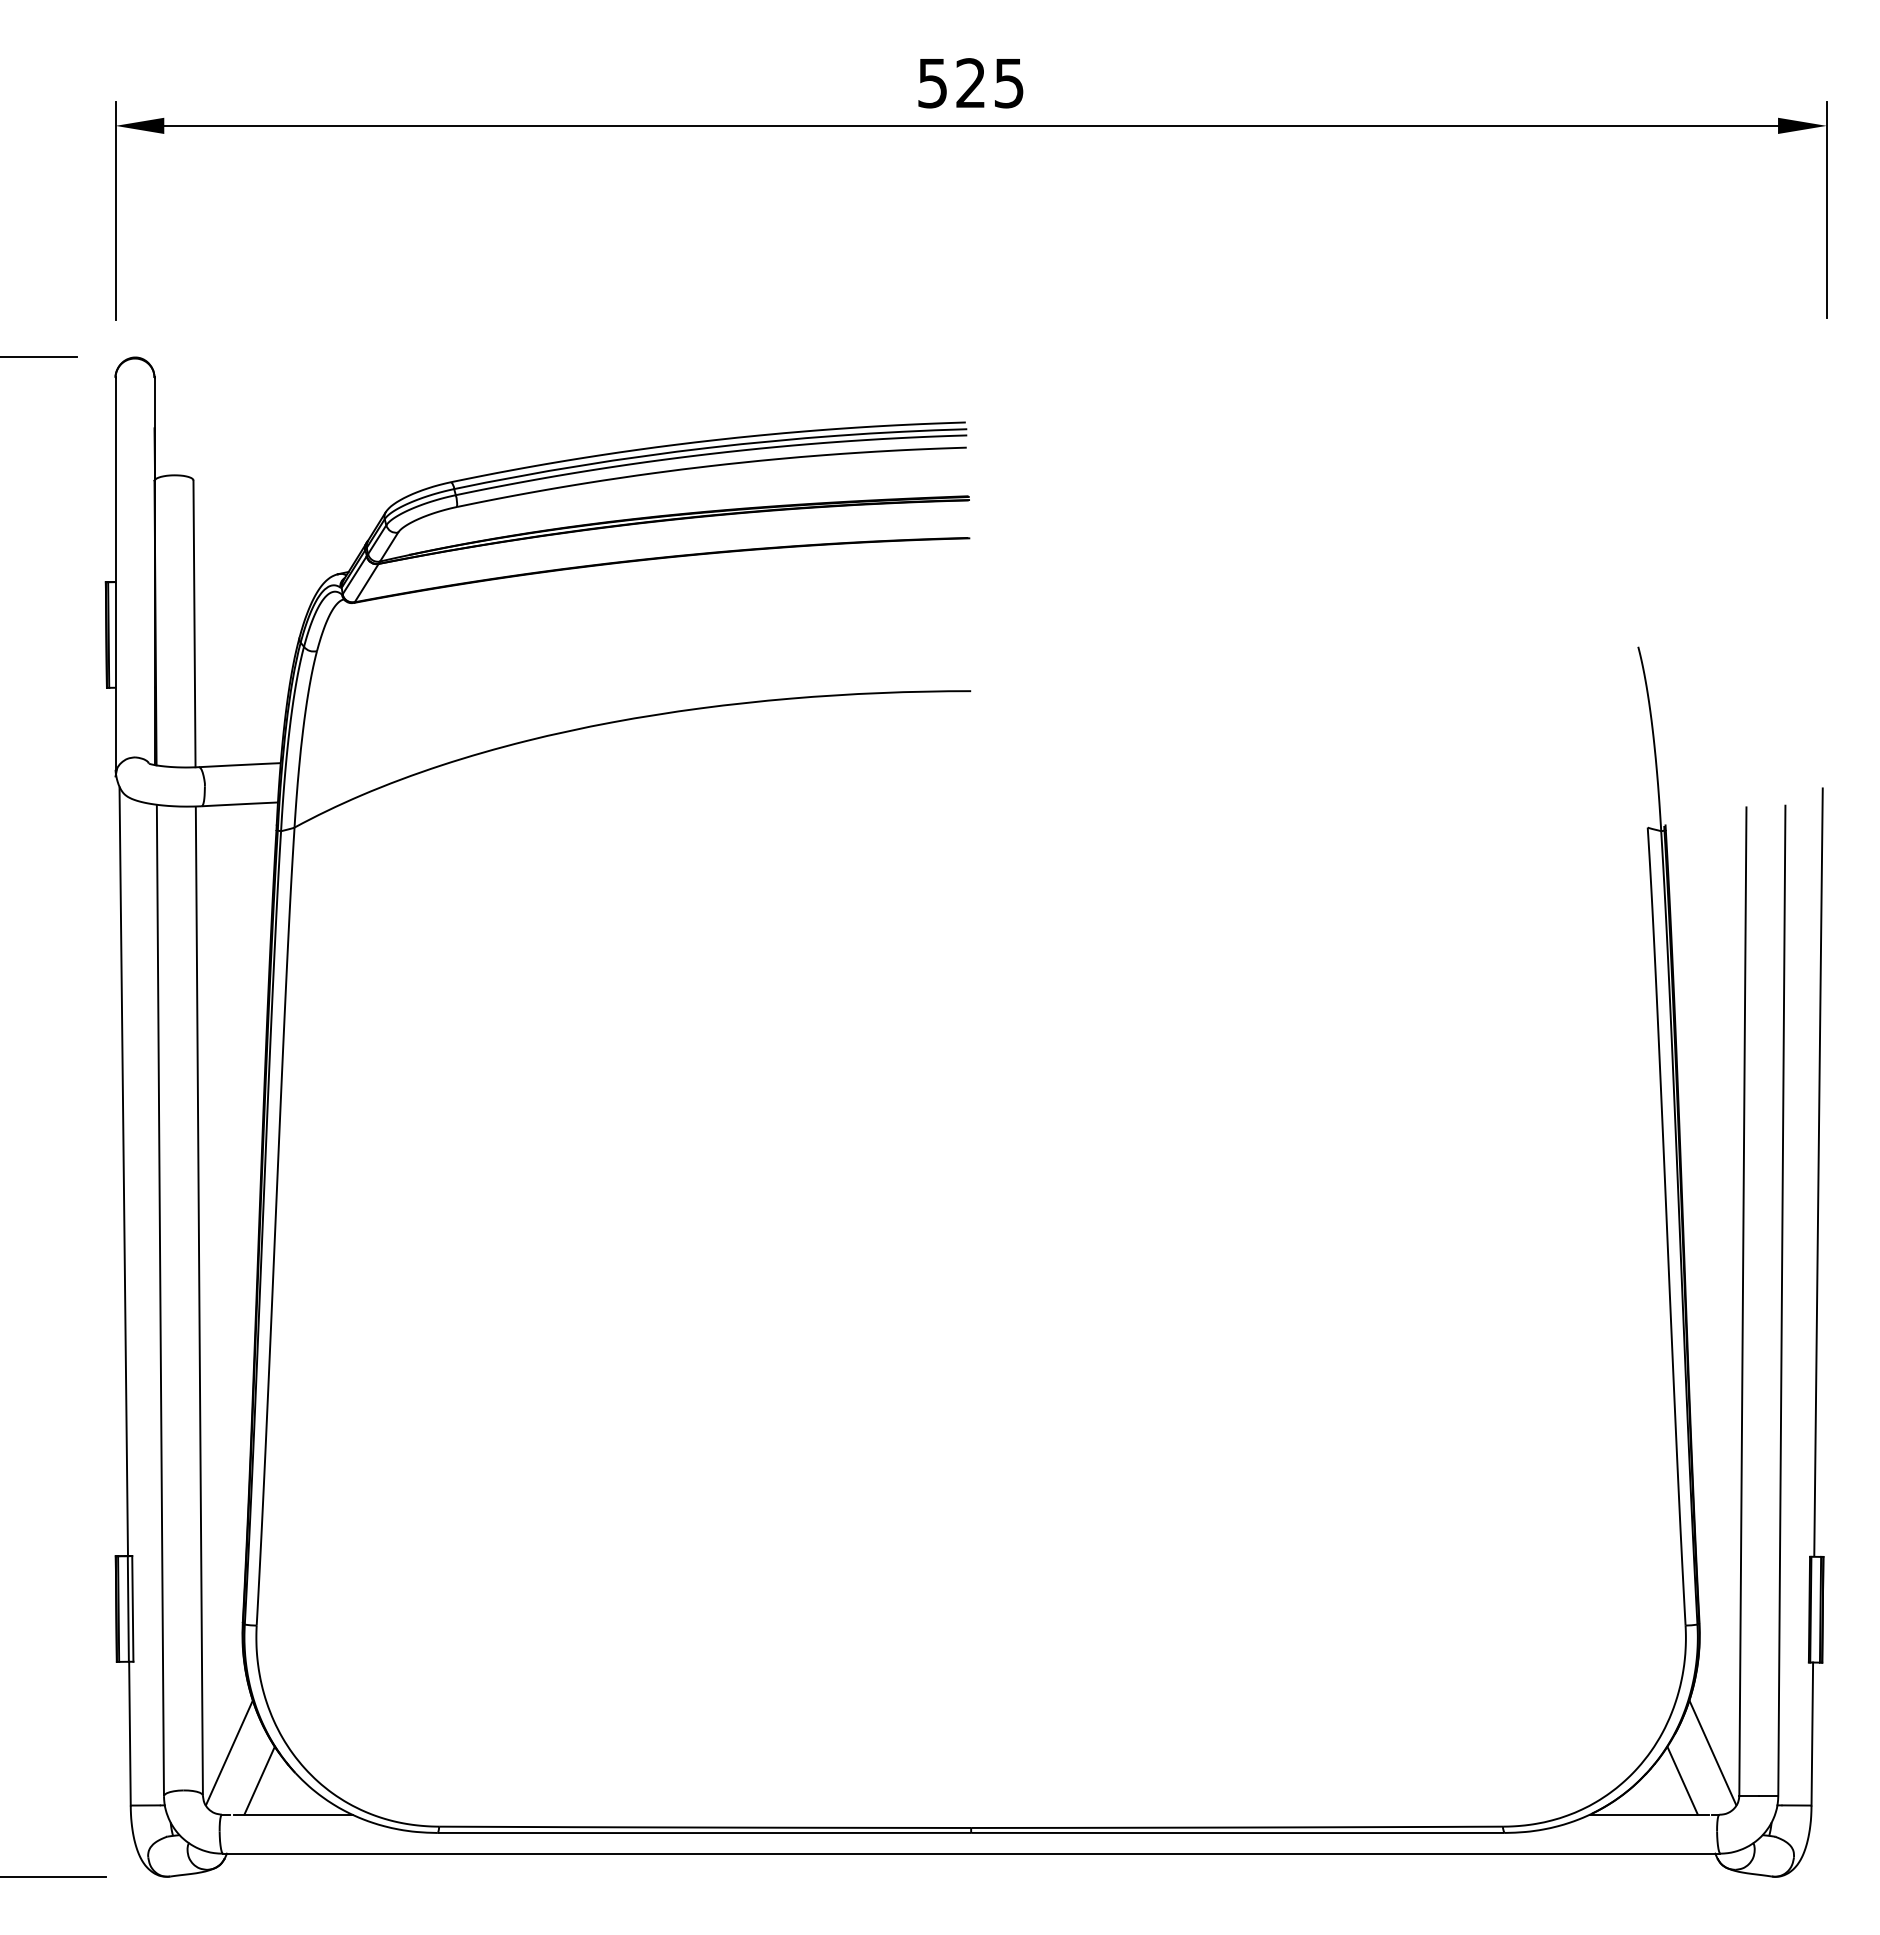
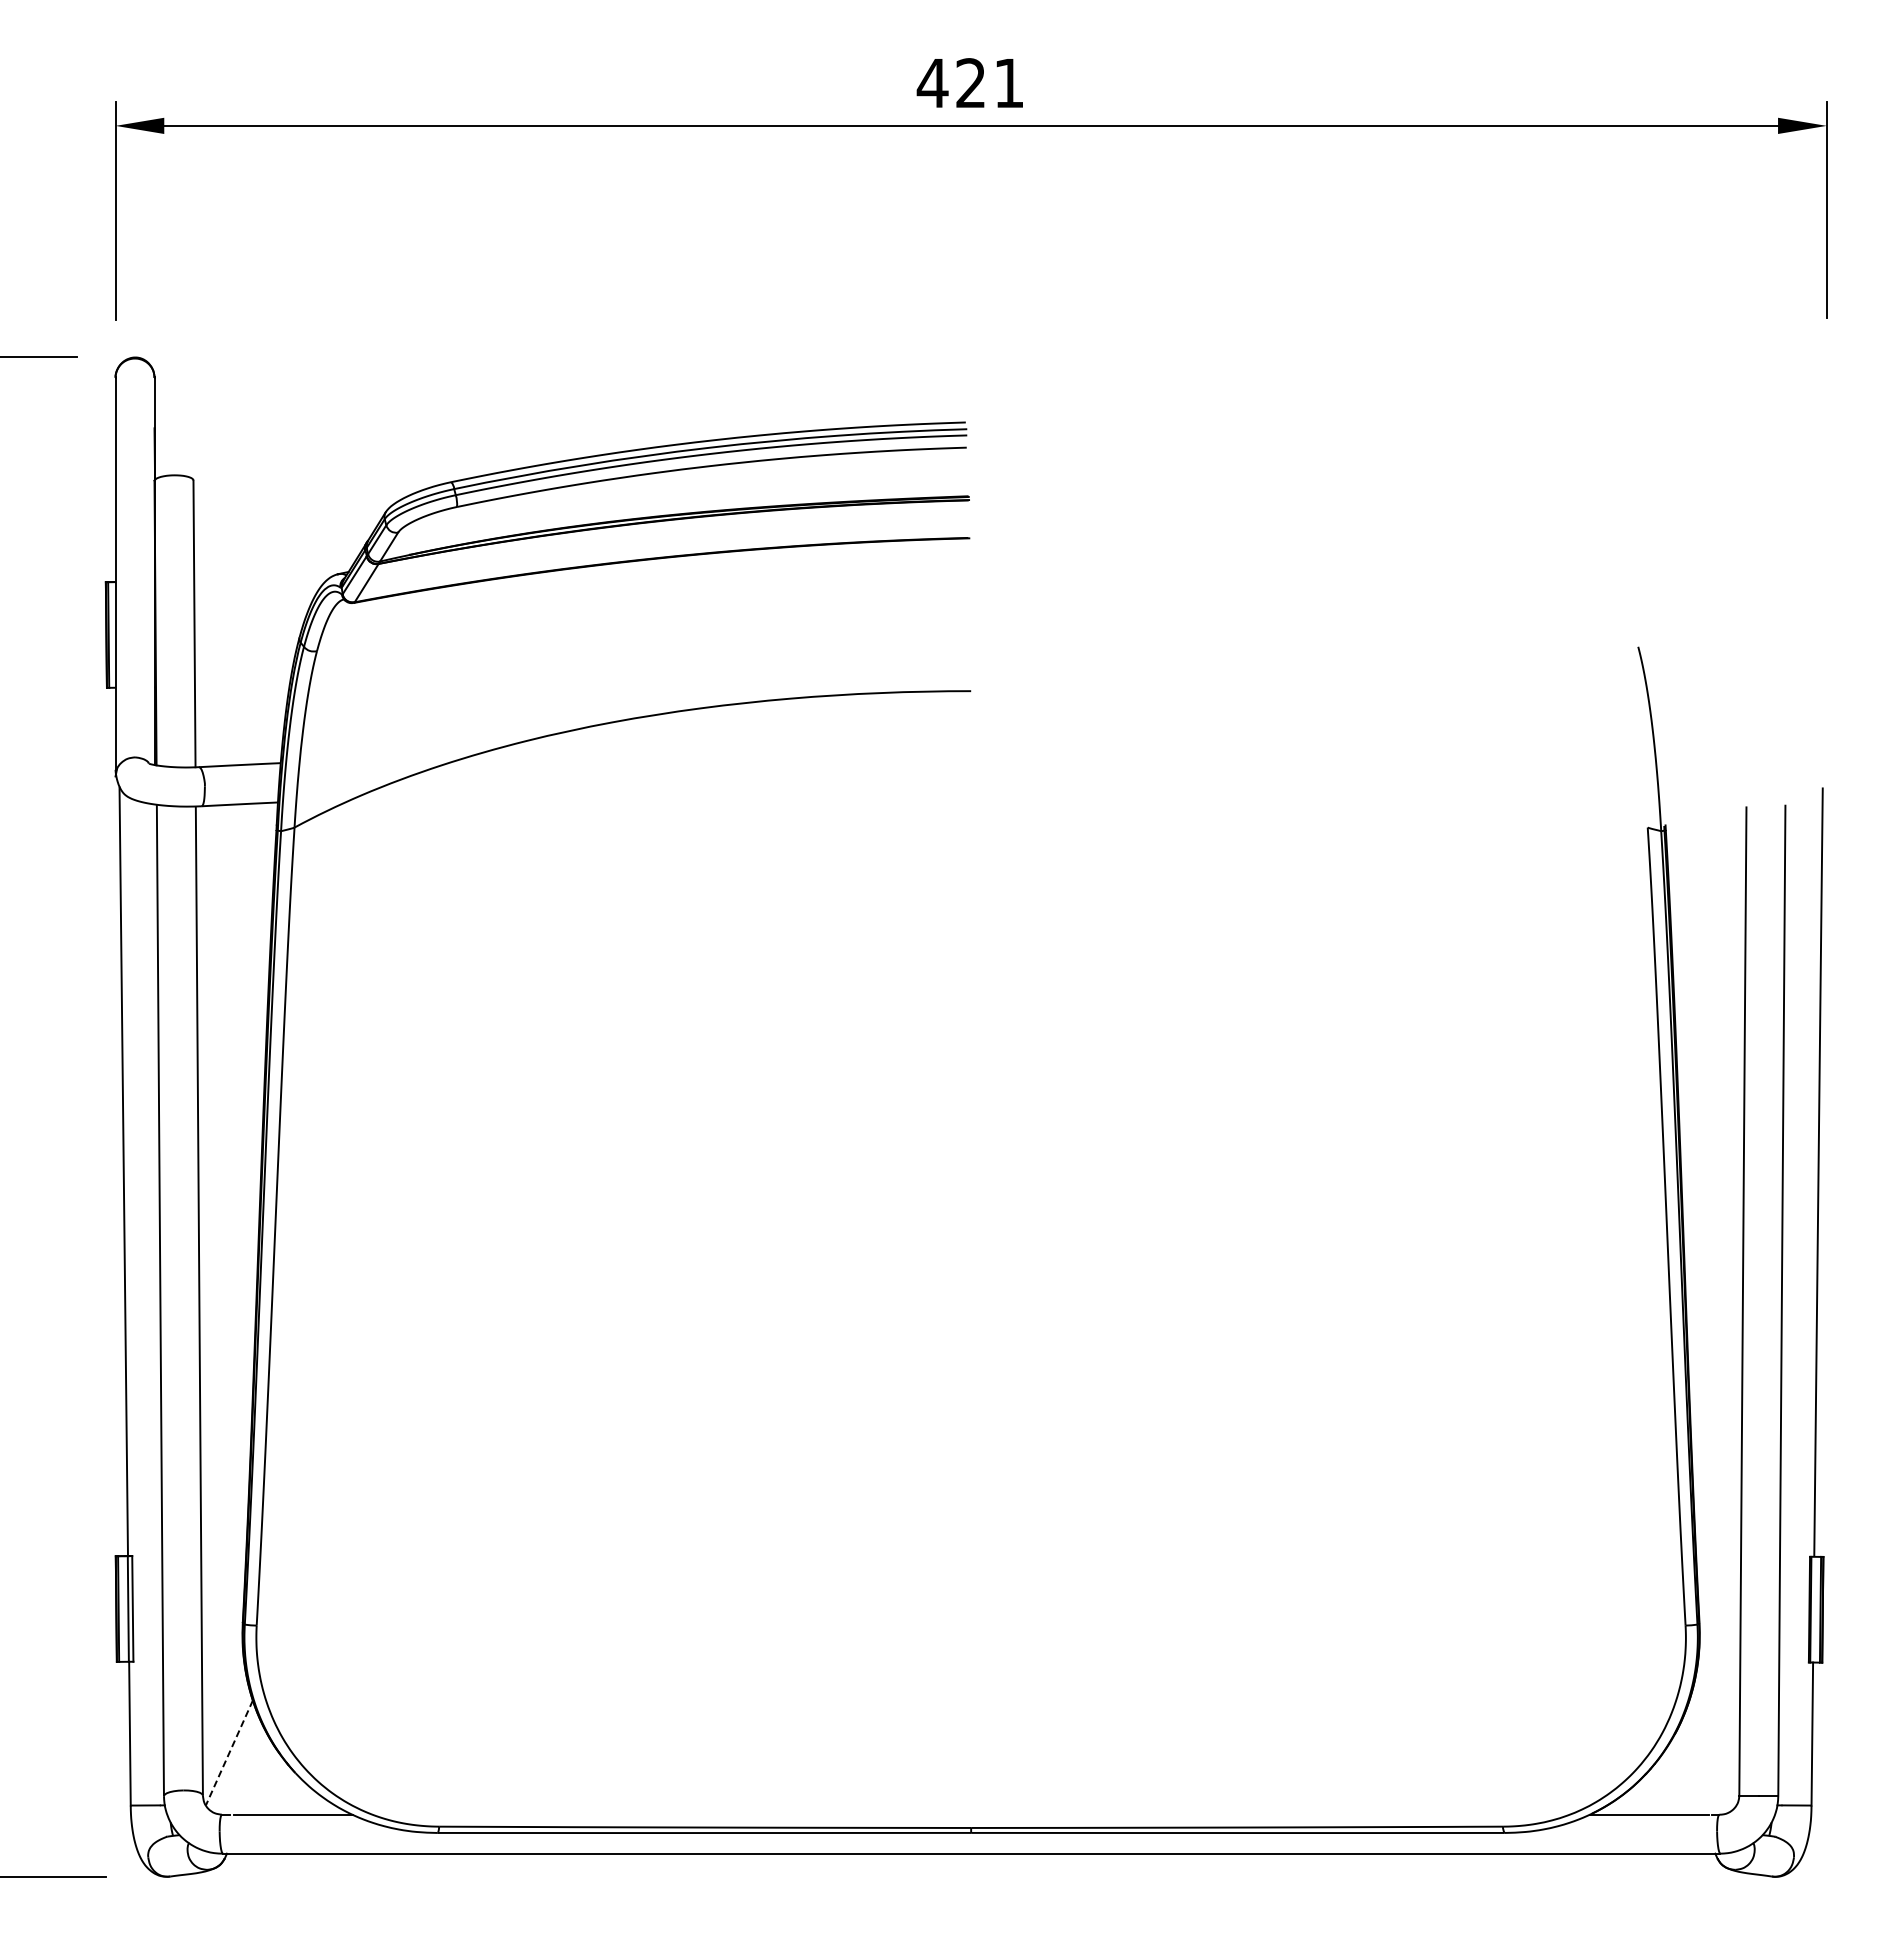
text at (969, 83): 525 -> 421
line at (1712, 1752): present -> none
line at (229, 1753): solid -> dashed
line at (259, 1780): present -> none
line at (1682, 1780): present -> none
